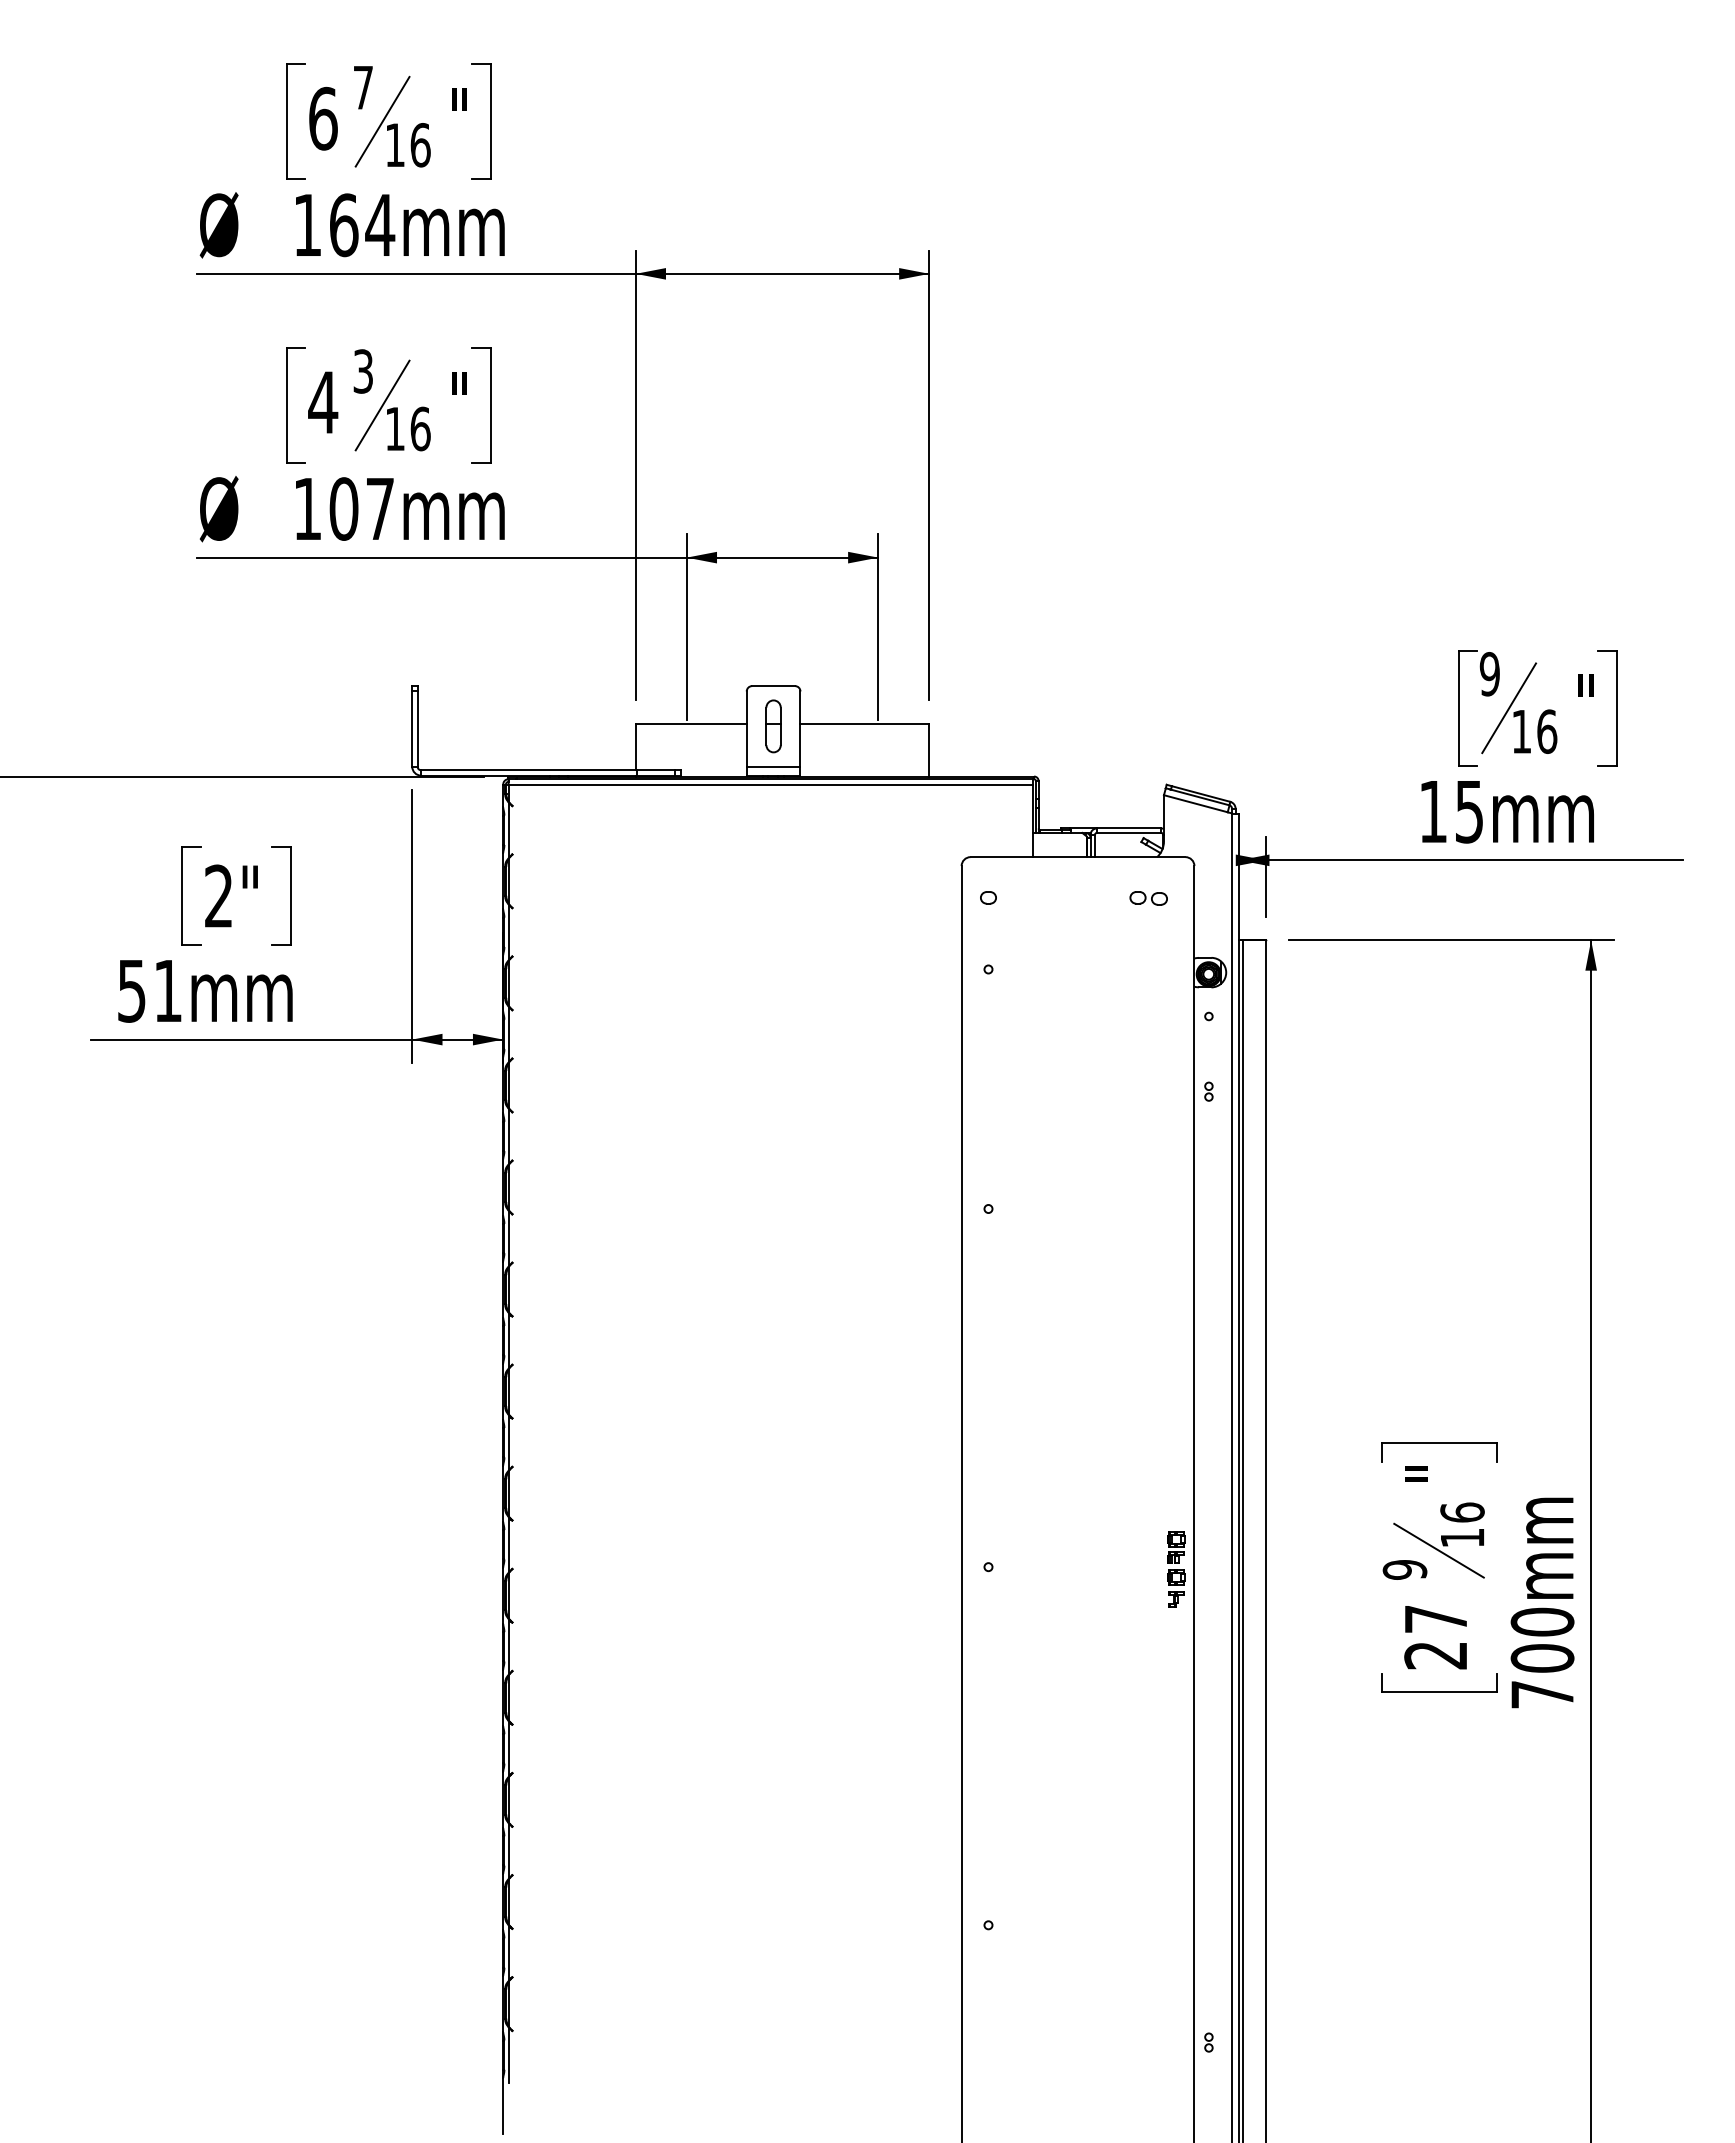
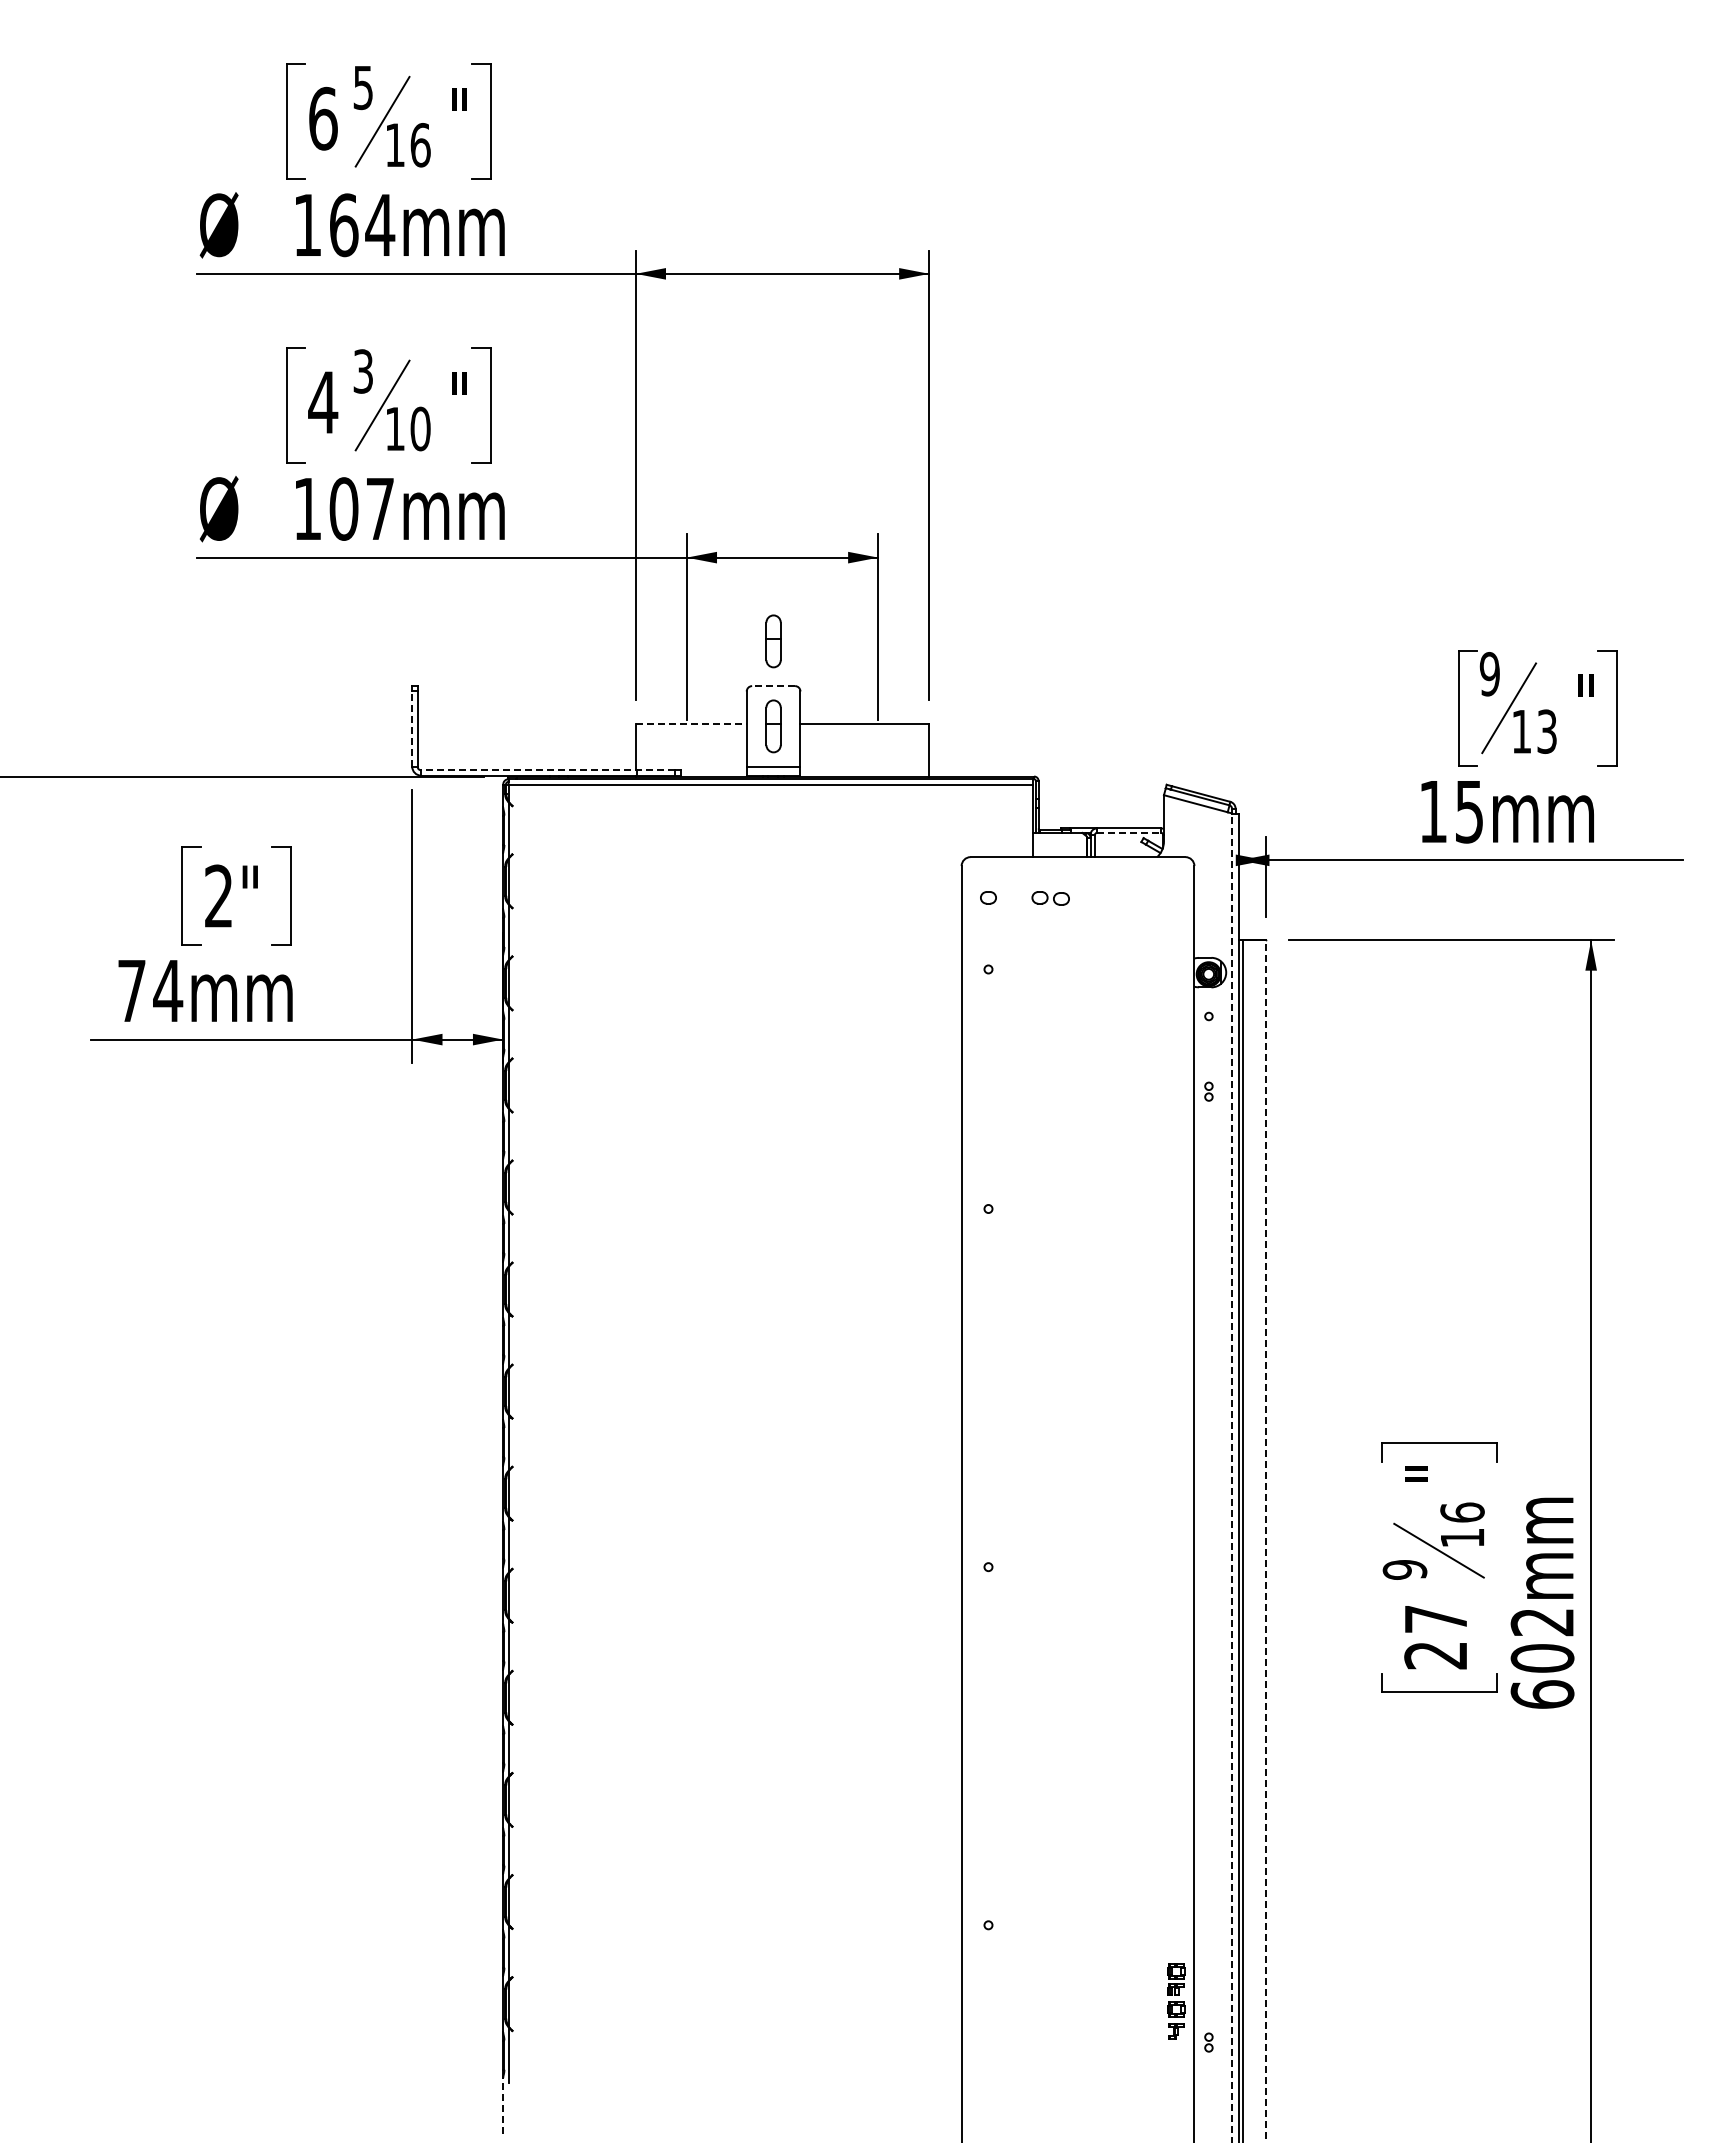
text at (362, 88): 7 -> 5
text at (420, 428): 16 -> 10
part at (773, 641): none -> present
line at (773, 686): solid -> dashed
line at (691, 723): solid -> dashed
line at (412, 729): solid -> dashed
text at (1547, 731): 16 -> 13
line at (547, 770): solid -> dashed
line at (1129, 832): solid -> dashed
part at (1148, 898) position: (1148, 898) -> (1050, 898)
text at (150, 991): 51mm -> 74mm
line at (1232, 1478): solid -> dashed
line at (1266, 1541): solid -> dashed
part at (1176, 1569) position: (1176, 1569) -> (1176, 2001)
text at (1542, 1657): 700mm -> 602mm
line at (503, 2105): solid -> dashed
